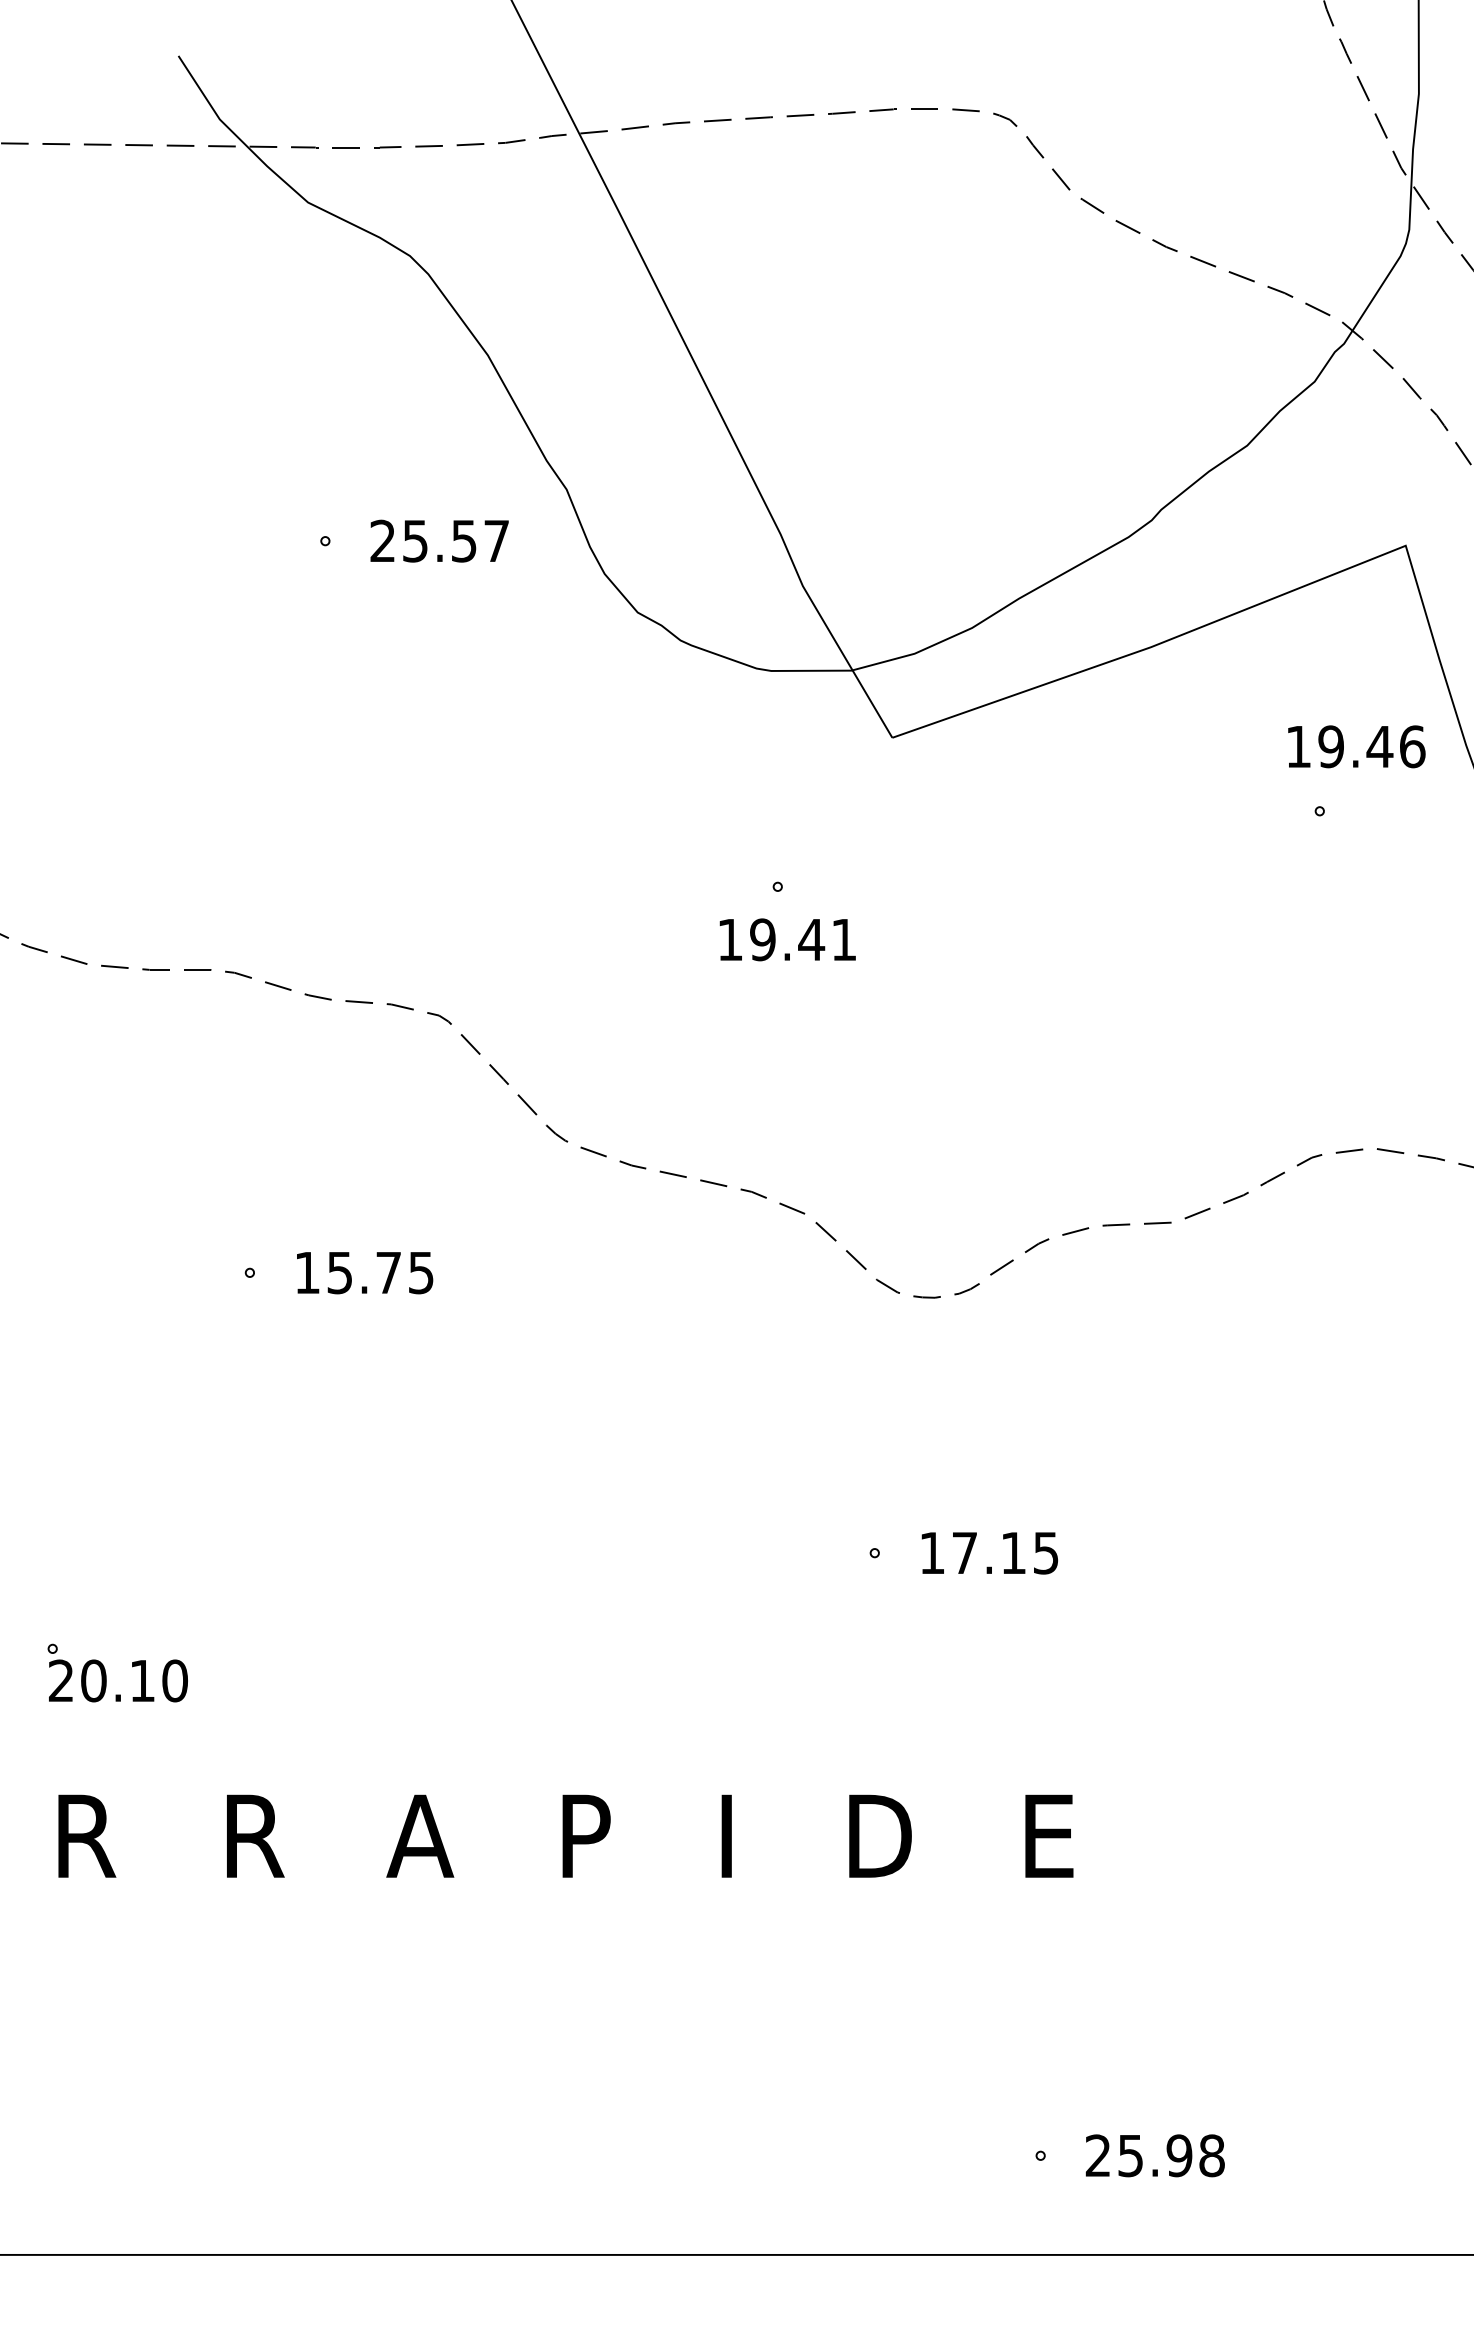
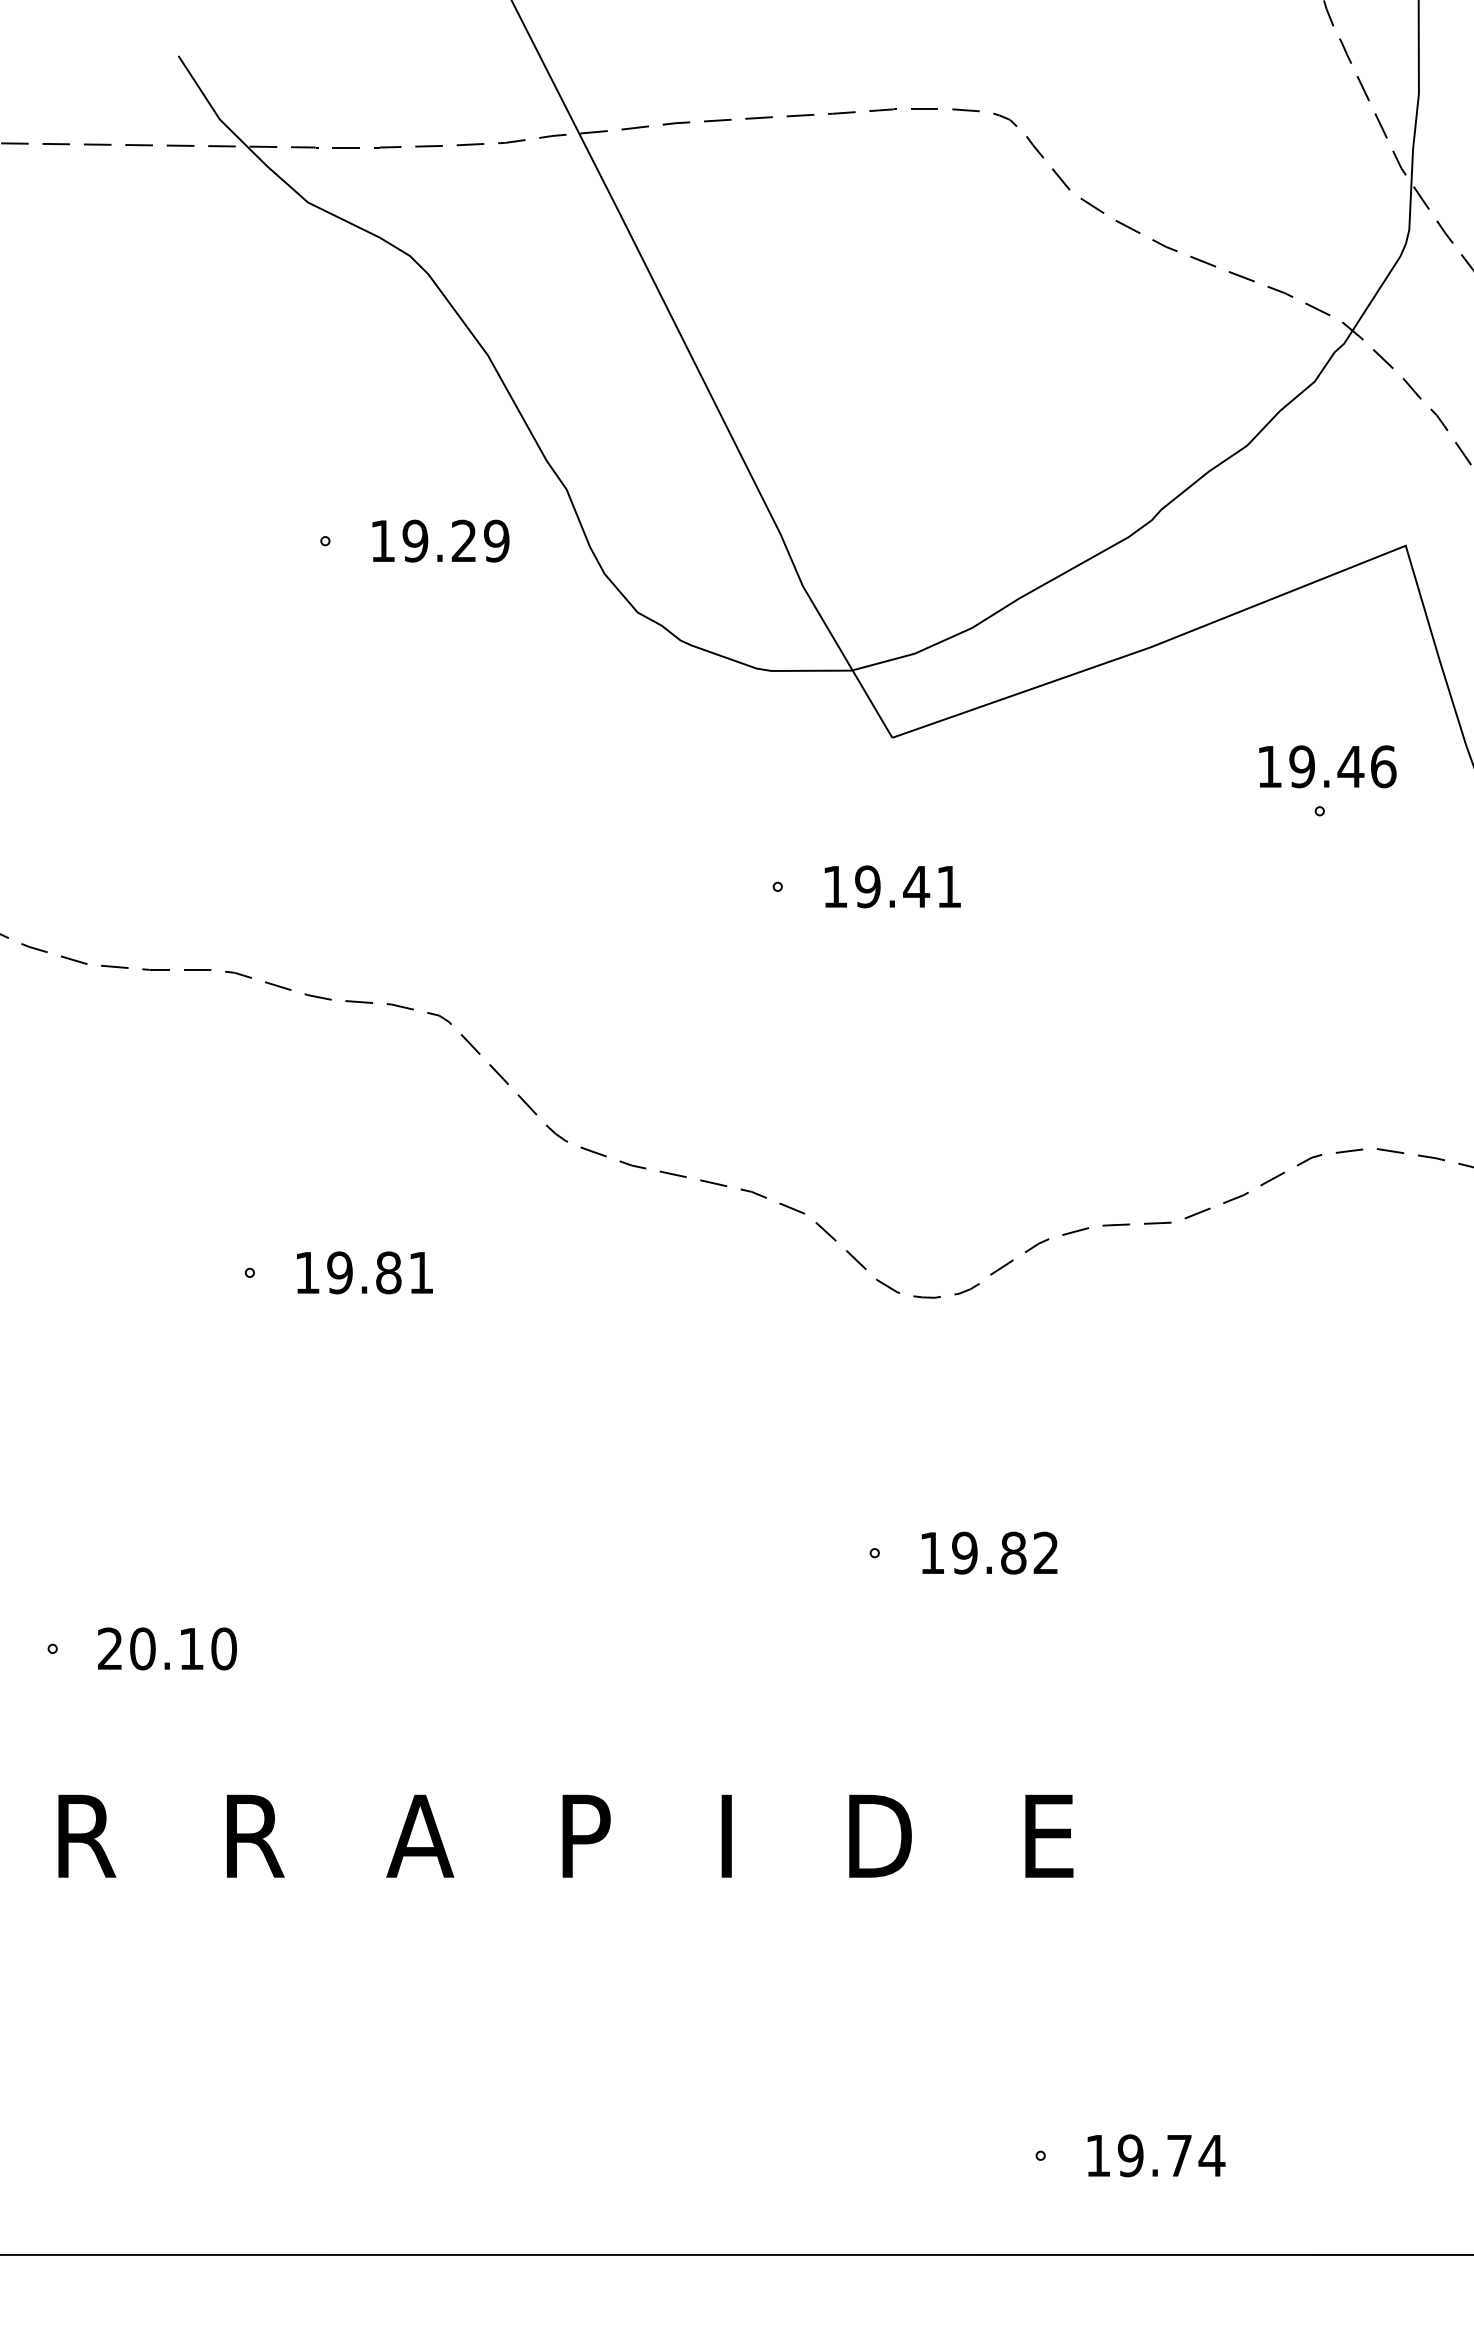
text at (439, 540): 25.57 -> 19.29
text at (1356, 746) position: (1356, 746) -> (1327, 766)
text at (787, 939) position: (787, 939) -> (892, 886)
text at (380, 1272): 15.75 -> 19.81
text at (1005, 1552): 17.15 -> 19.82
text at (118, 1680) position: (118, 1680) -> (167, 1648)
text at (1155, 2155): 25.98 -> 19.74
